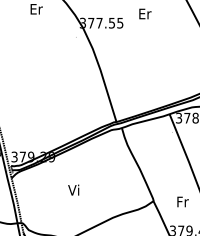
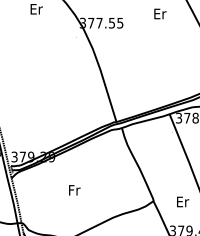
text at (145, 13) position: (145, 13) -> (160, 13)
text at (74, 189): Vi -> Fr
text at (183, 201): Fr -> Er
